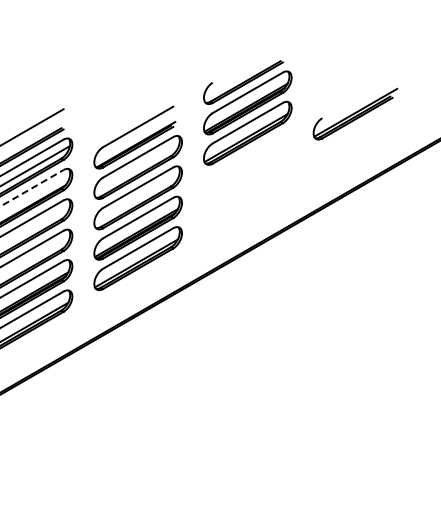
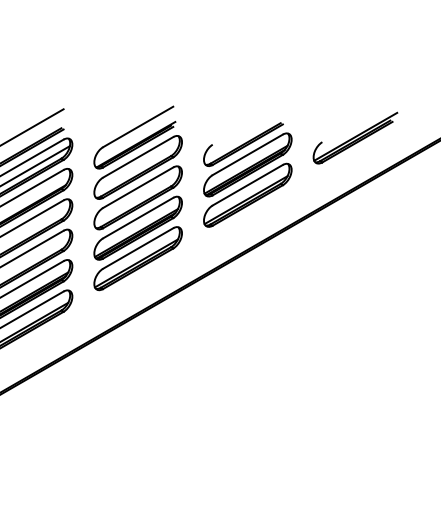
part at (247, 112) position: (247, 112) -> (247, 174)
part at (355, 113) position: (355, 113) -> (355, 137)
line at (31, 188): dashed -> solid
